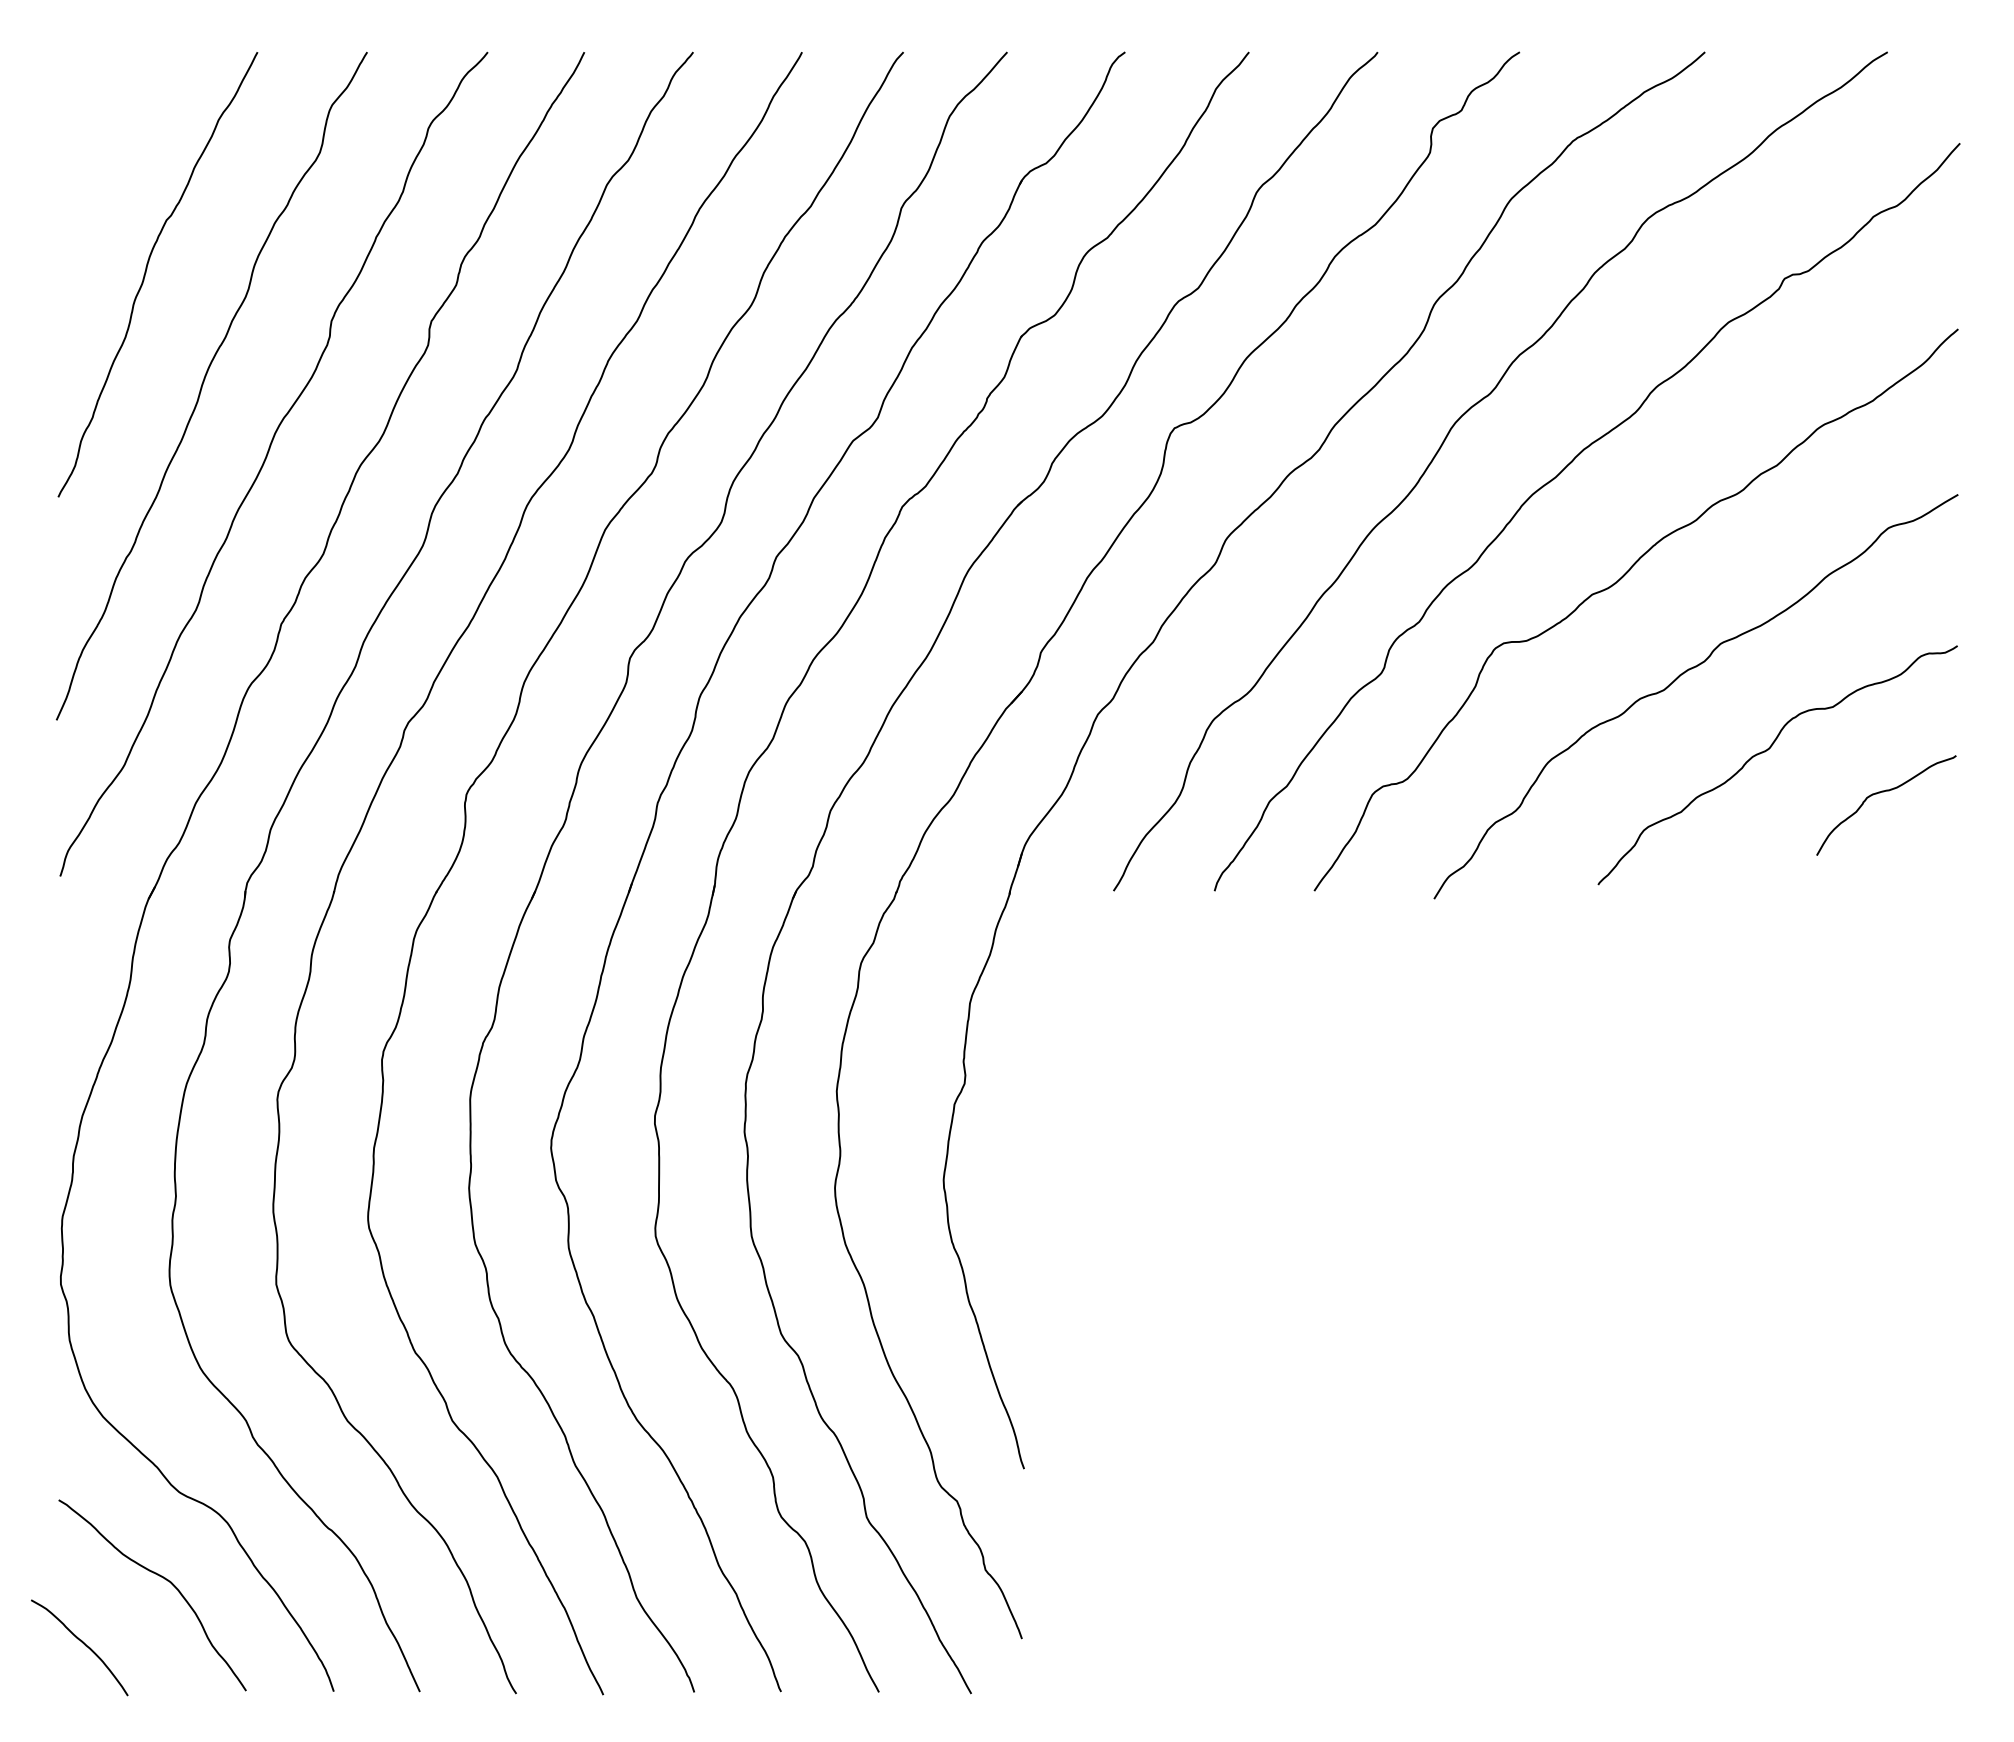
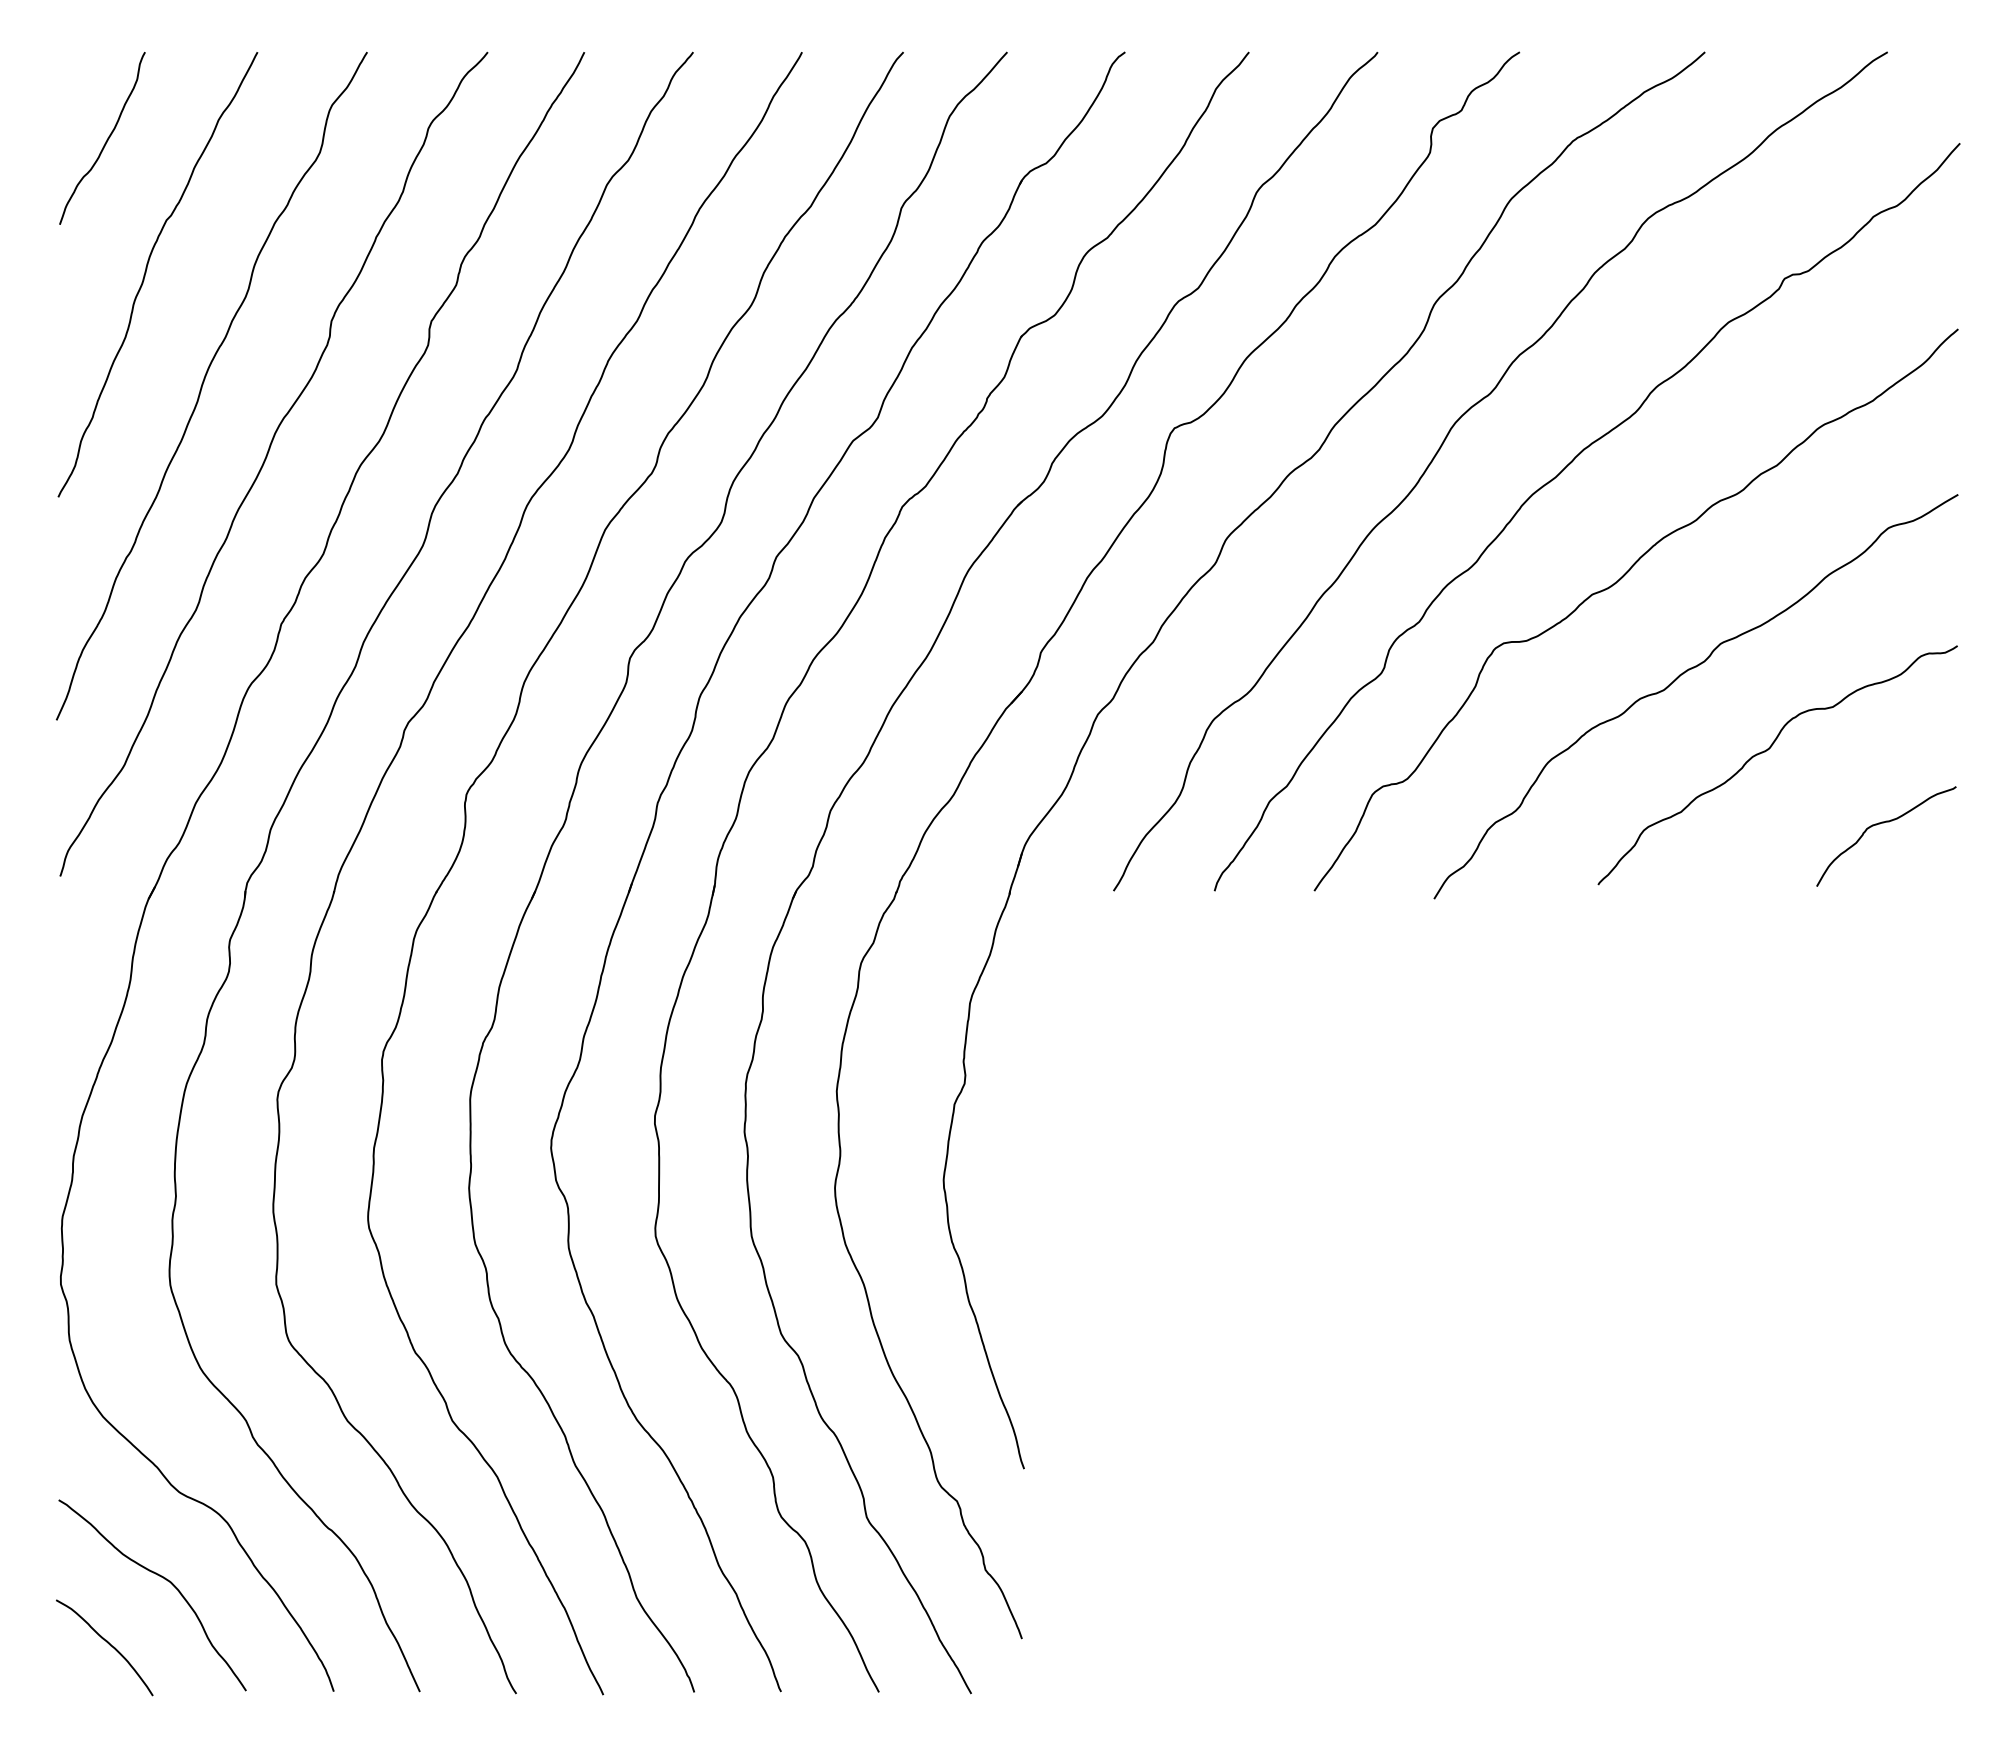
curve at (106, 139): none -> present
curve at (1883, 792) position: (1883, 792) -> (1883, 823)
curve at (82, 1643) position: (82, 1643) -> (107, 1643)
